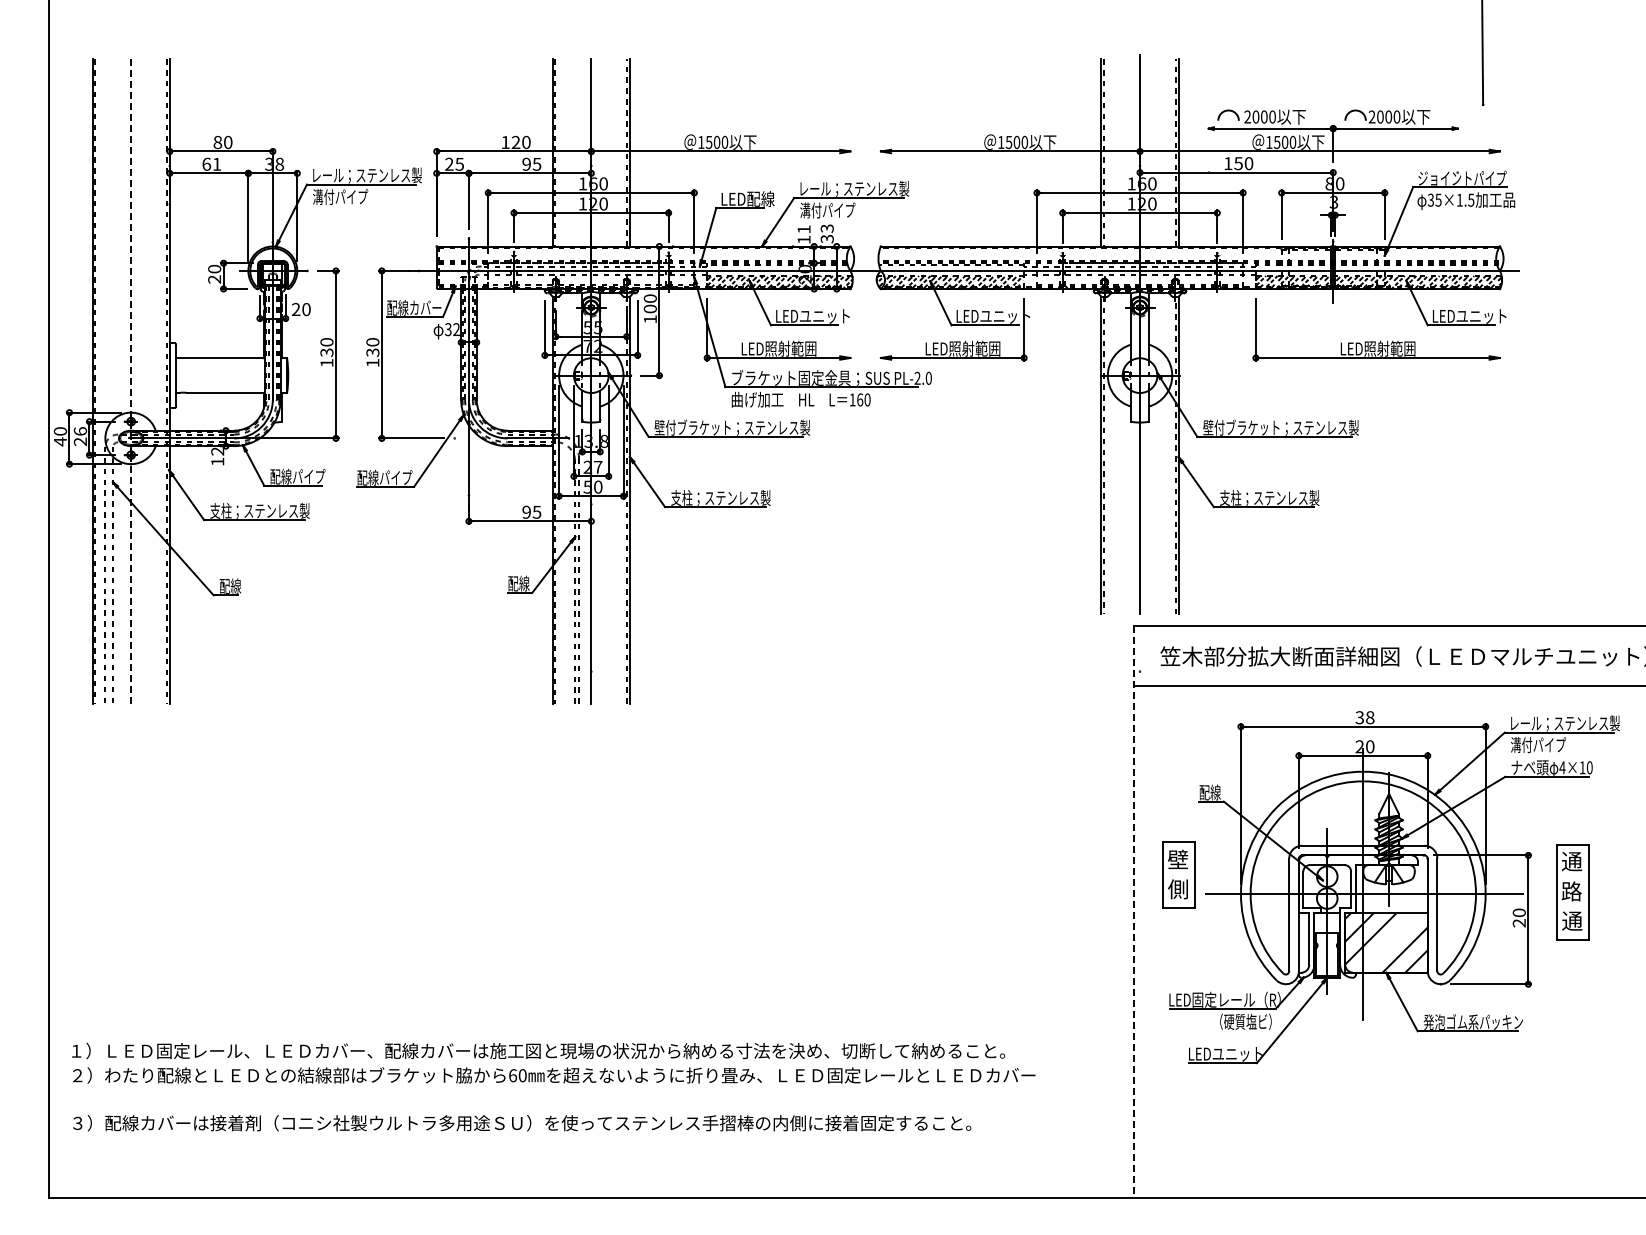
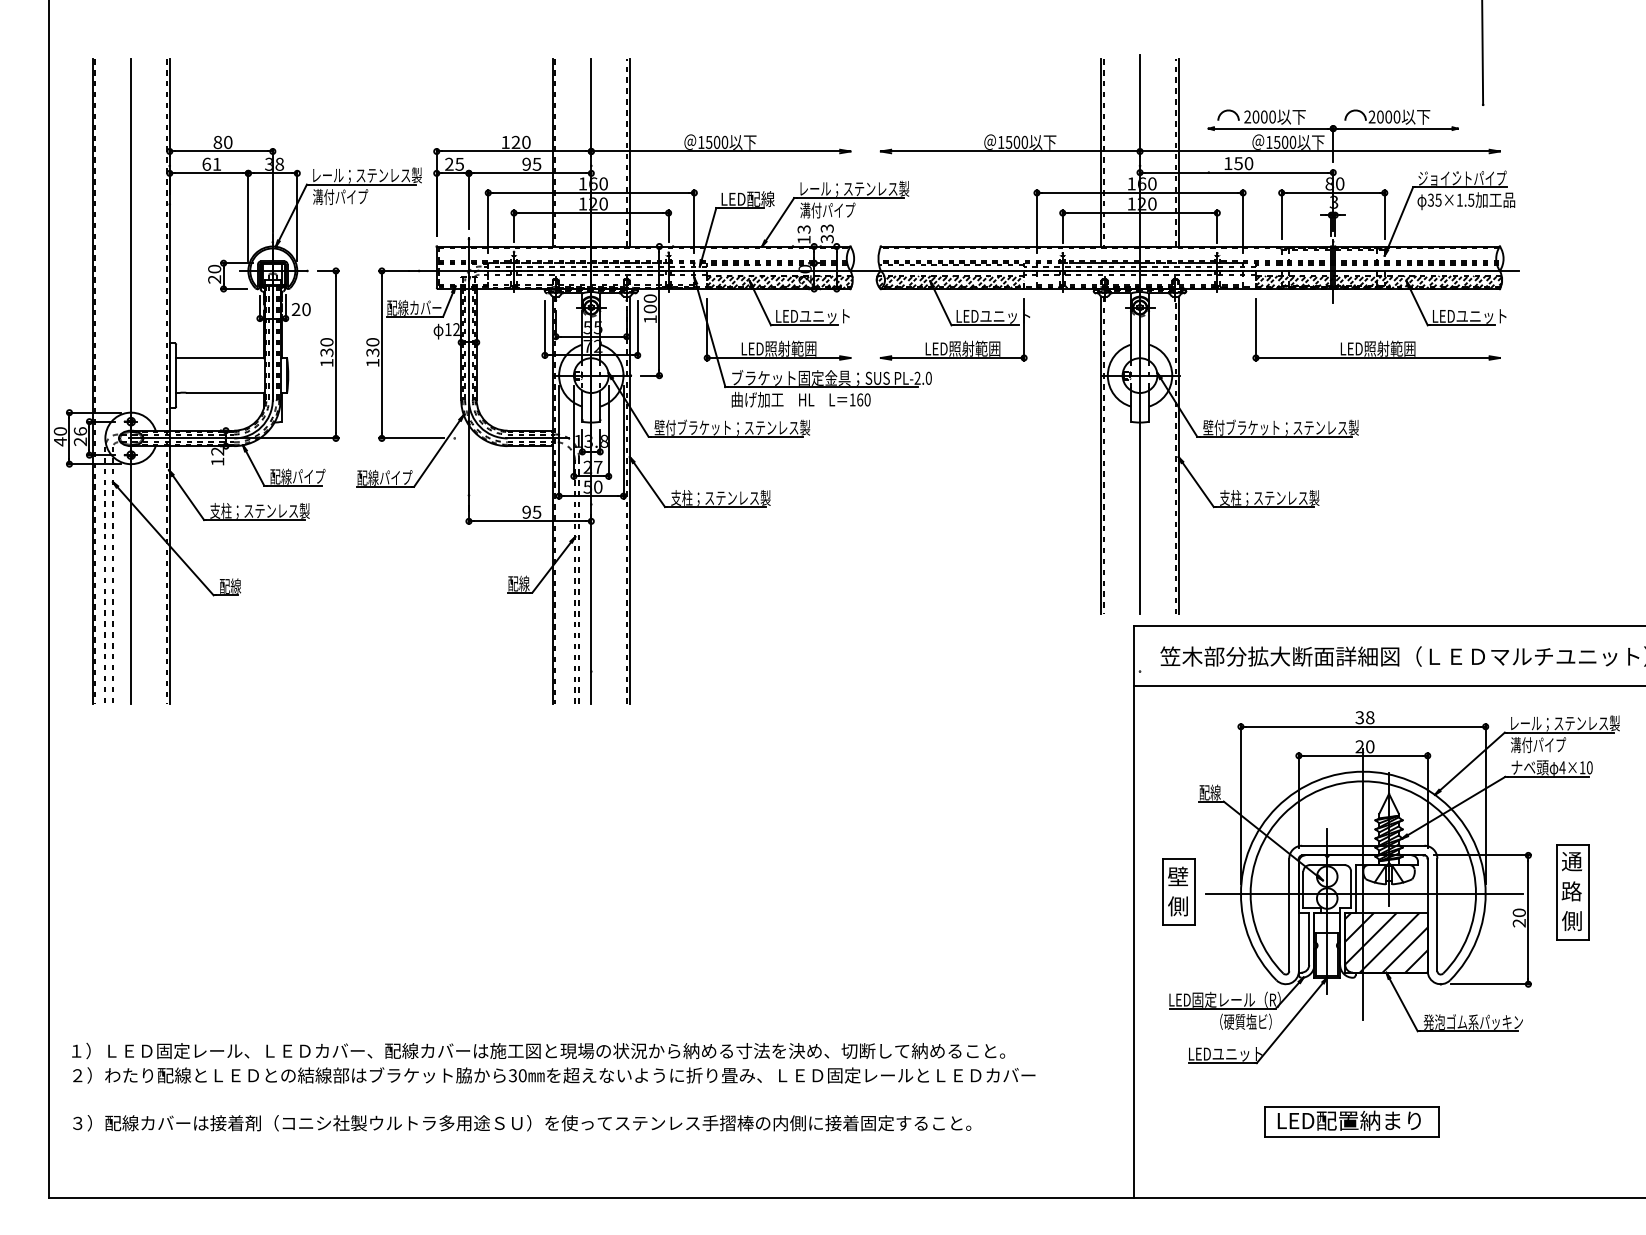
text at (803, 229): 11 -> 13
text at (447, 329): 32 -> 12
line at (131, 381): dashed -> solid
part at (1178, 874) position: (1178, 874) -> (1178, 891)
line at (1133, 911): dashed -> solid
text at (1572, 920): 通 -> 側
line at (1389, 942): none -> present
text at (512, 1075): 60 -> 30
part at (1351, 1121): none -> present
